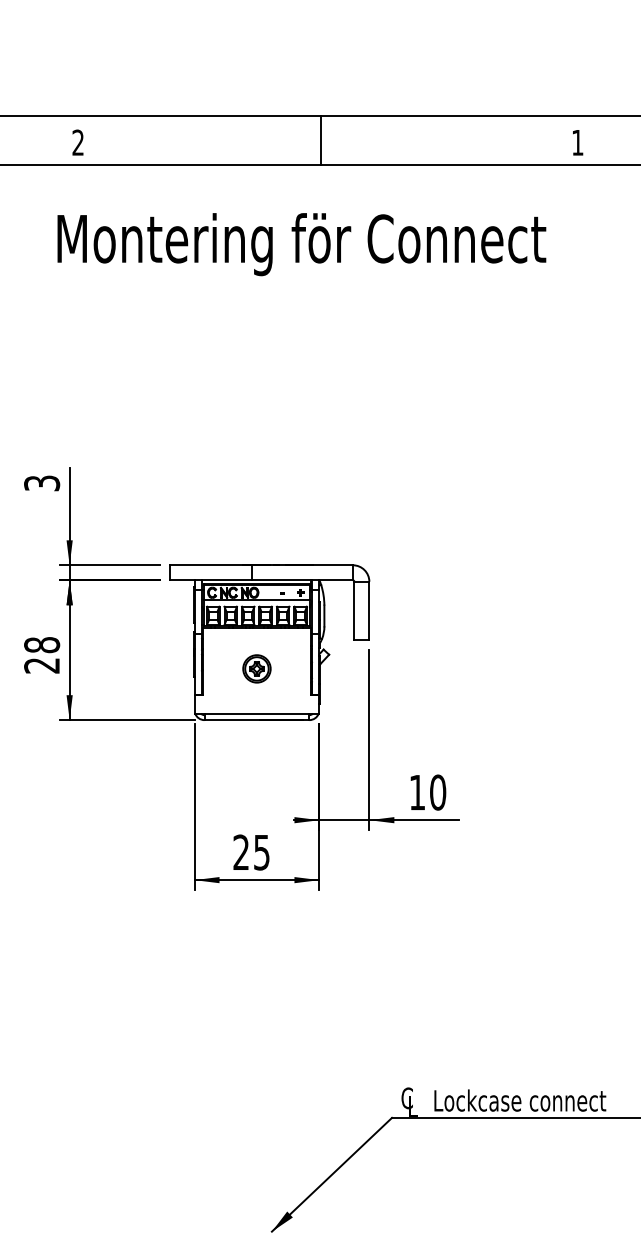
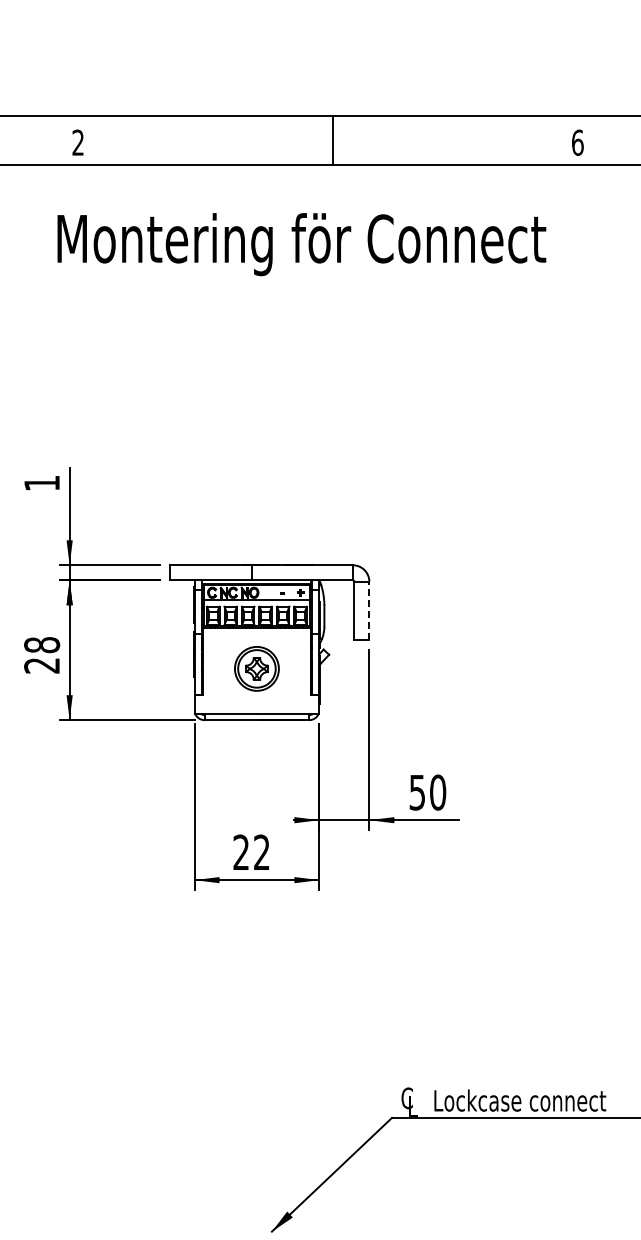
line at (320, 140) position: (320, 140) -> (332, 140)
text at (577, 142): 1 -> 6
text at (42, 483): 3 -> 1
line at (369, 610): solid -> dashed
part at (256, 668) size: 30x30 px -> 46x46 px
text at (416, 792): 10 -> 50
text at (261, 852): 25 -> 22
